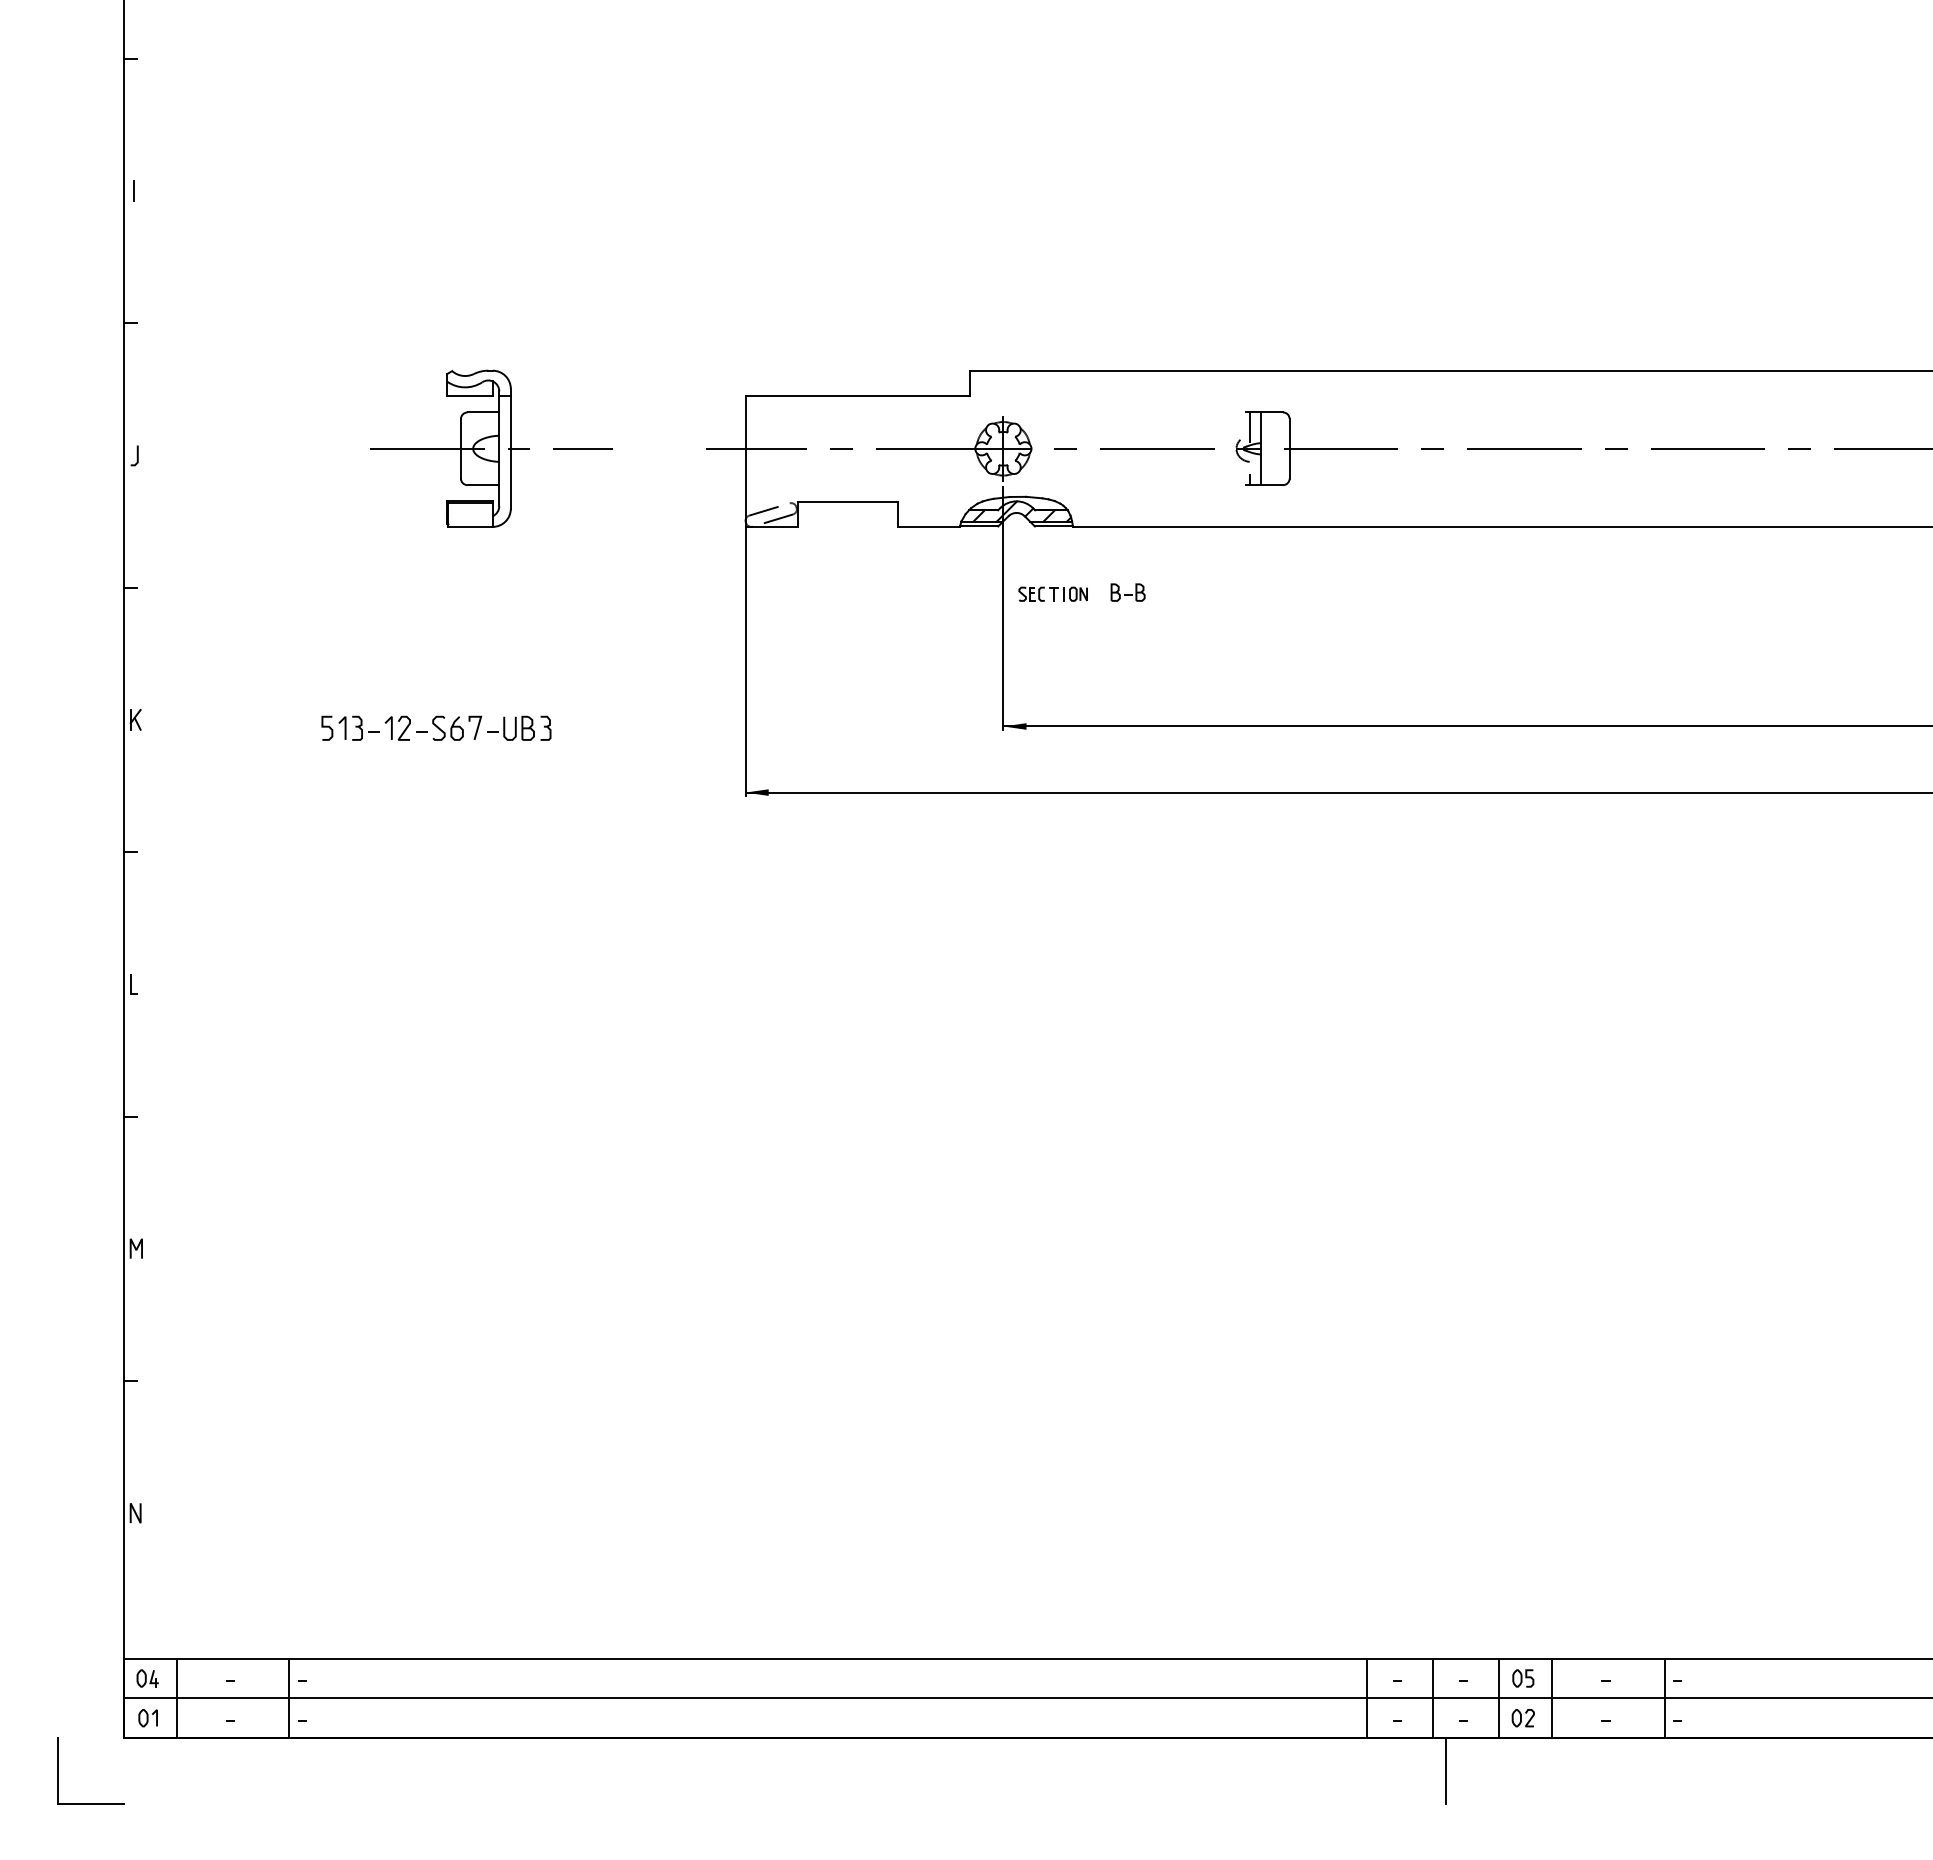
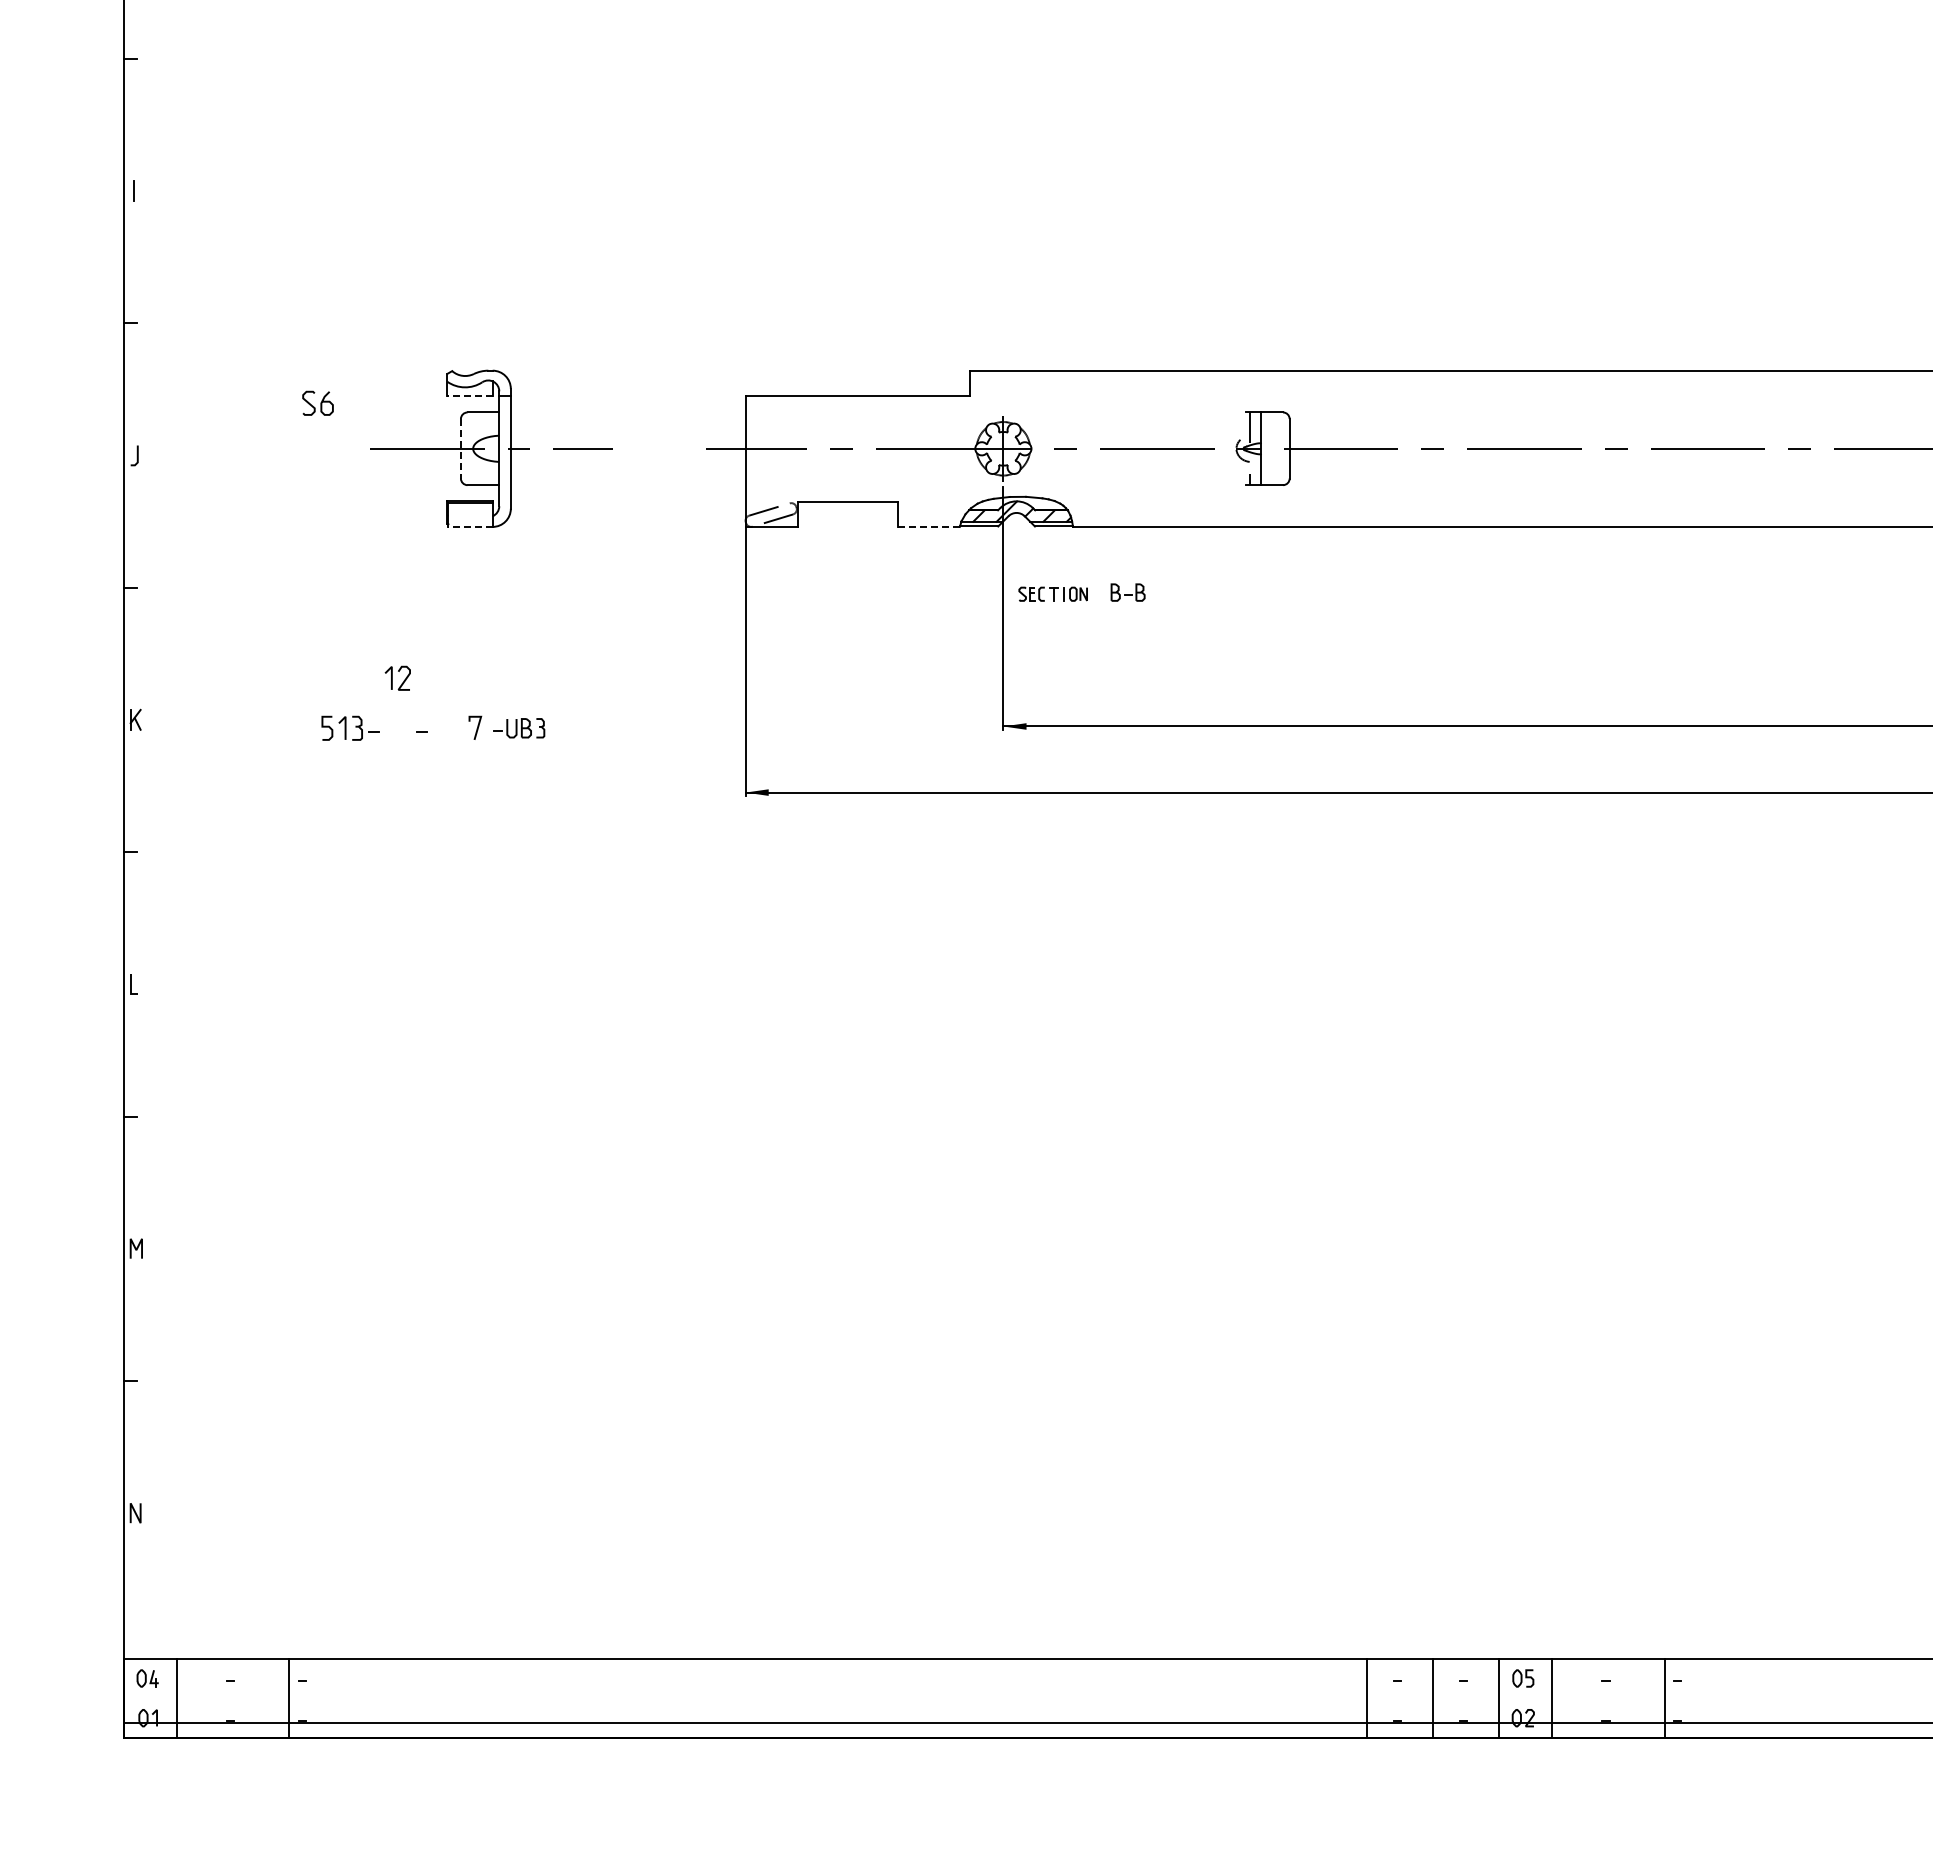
line at (470, 396): solid -> dashed
line at (460, 448): solid -> dashed
line at (470, 526): solid -> dashed
line at (928, 526): solid -> dashed
part at (397, 727) position: (397, 727) -> (397, 677)
part at (447, 727) position: (447, 727) -> (317, 402)
part at (519, 727) size: 65x26 px -> 53x21 px
line at (1026, 1698) position: (1026, 1698) -> (1026, 1723)
part at (58, 1770): present -> none
line at (1446, 1771): present -> none
